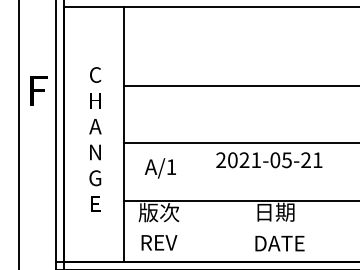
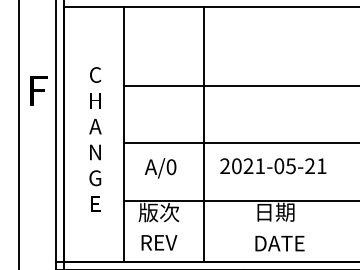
line at (203, 134): none -> present
text at (269, 160) position: (269, 160) -> (273, 166)
text at (171, 167): A/1 -> A/0
